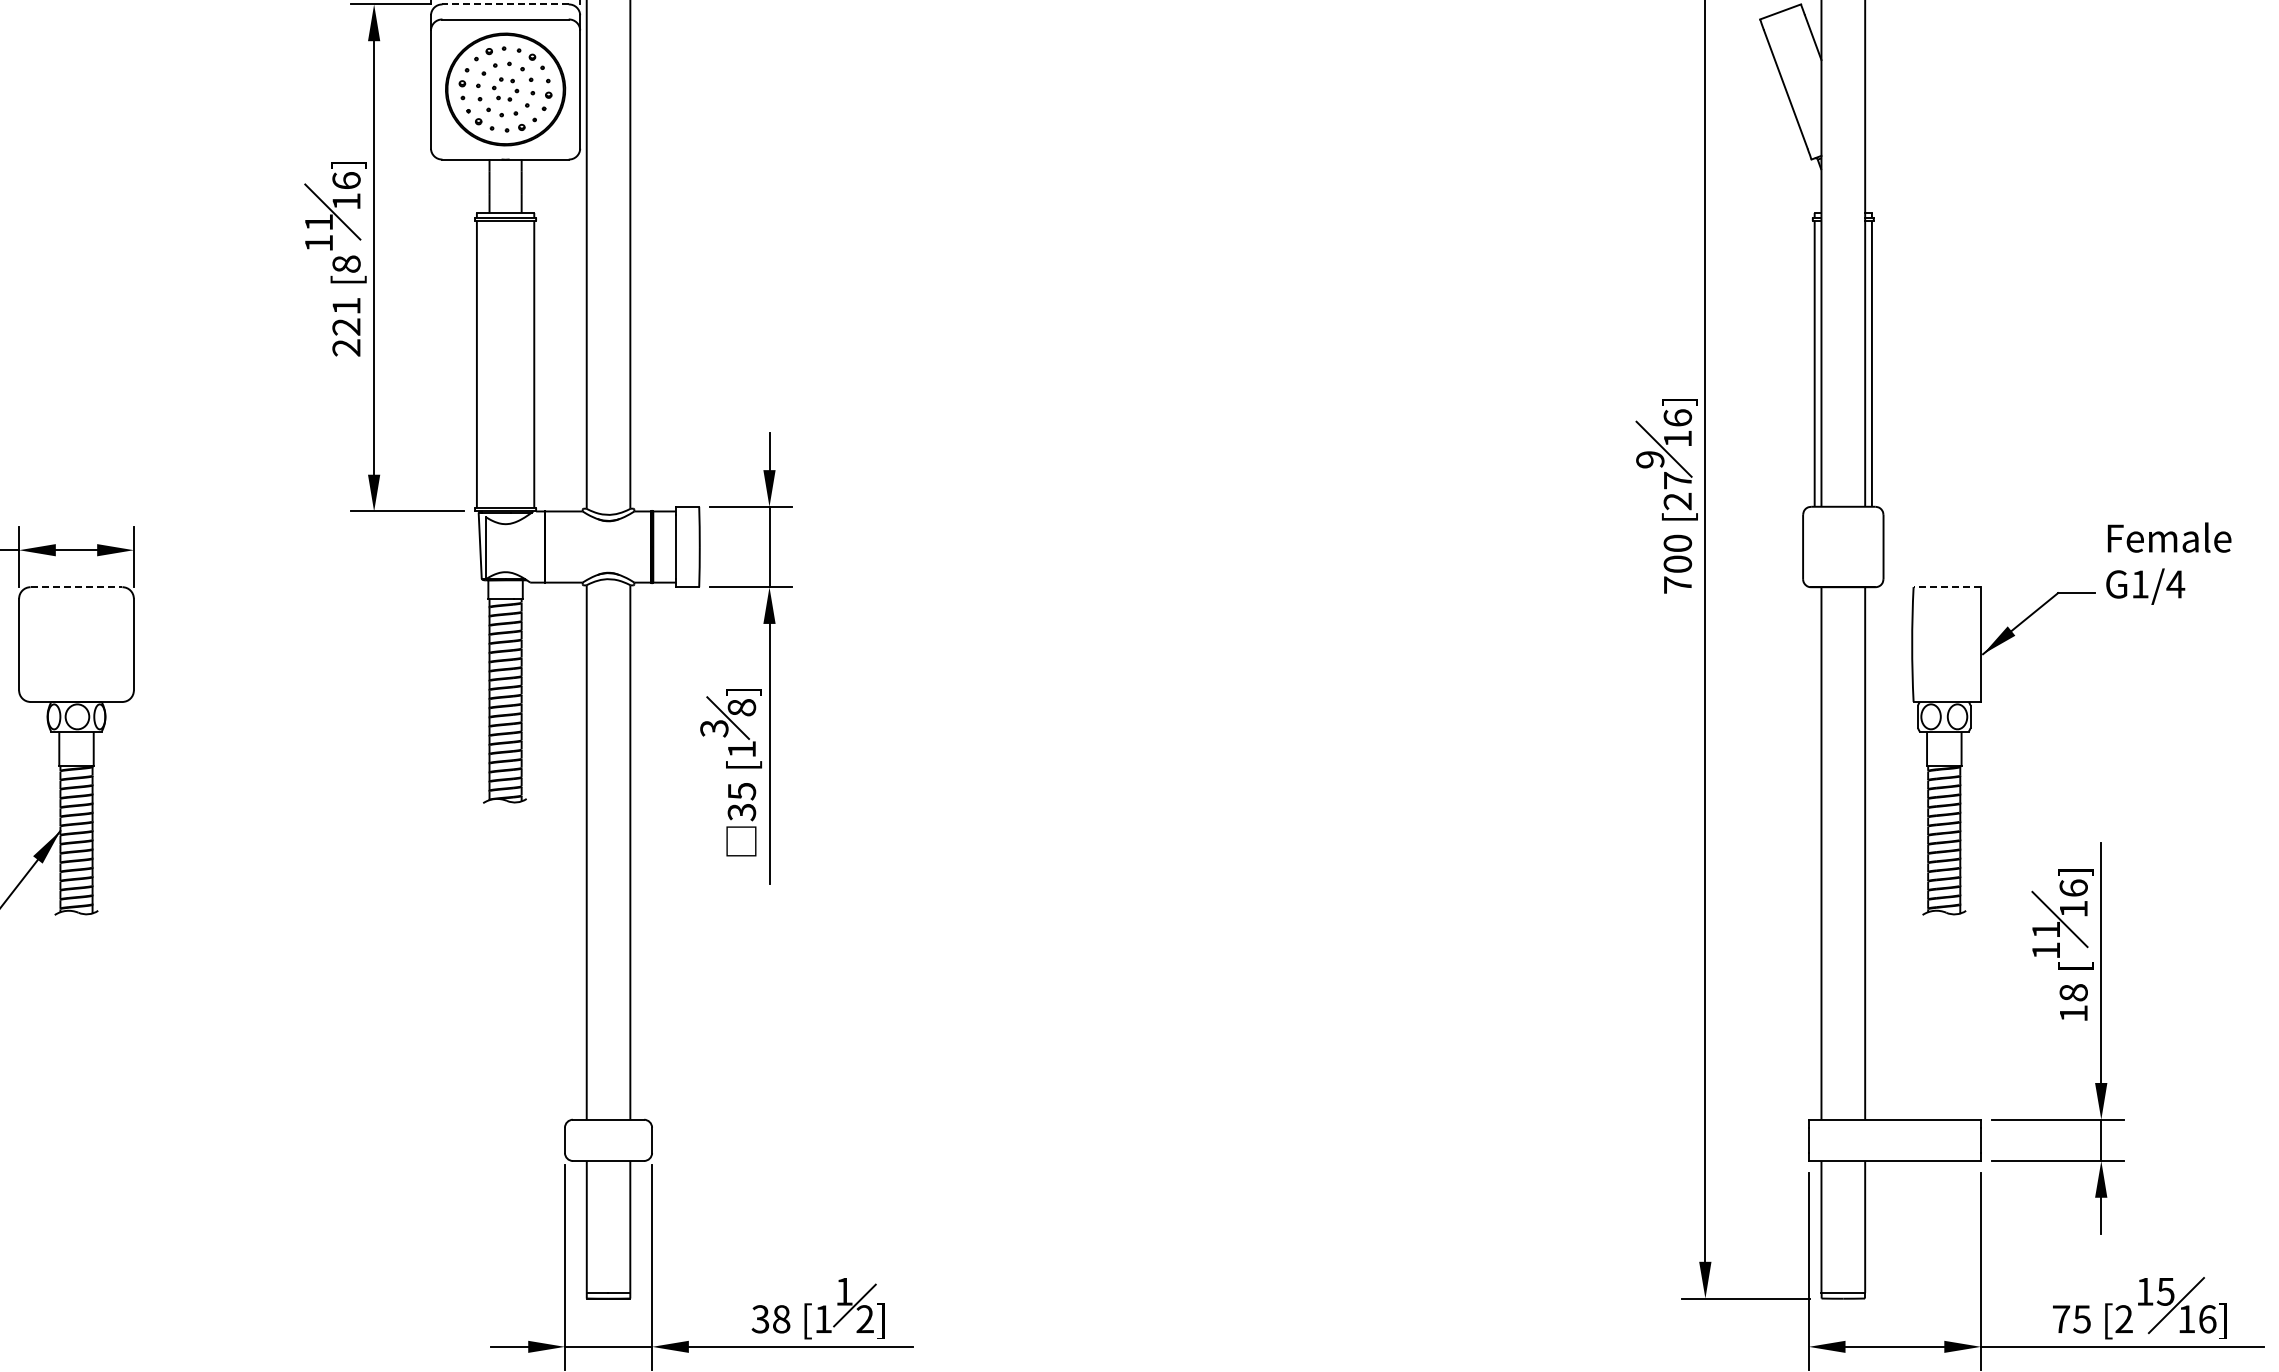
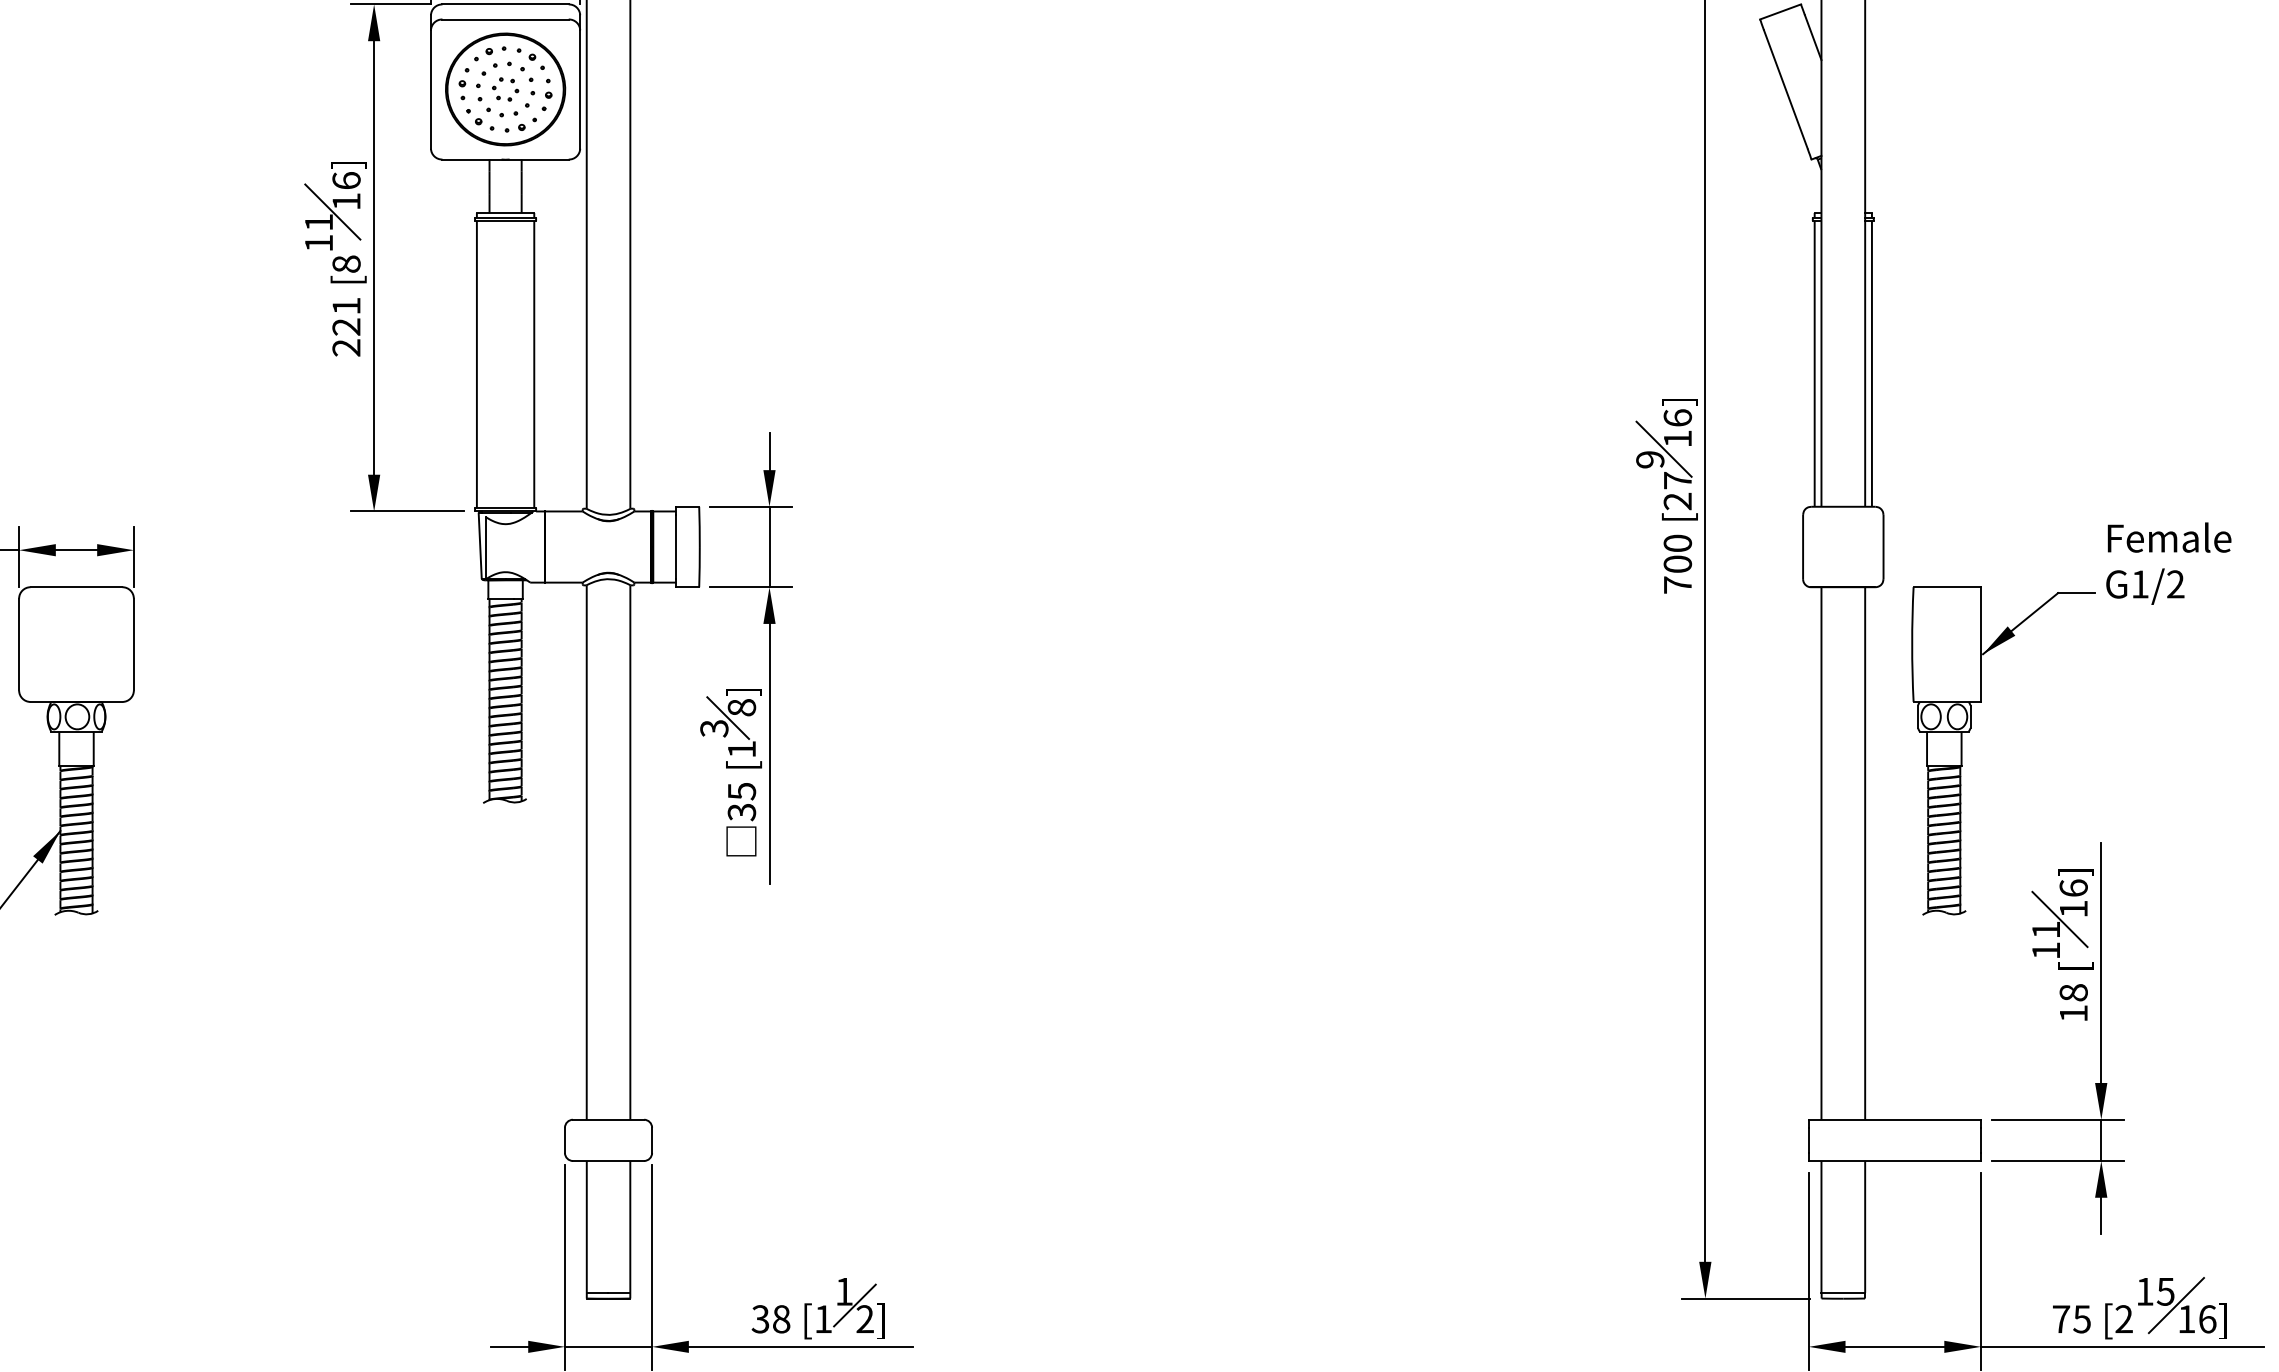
line at (505, 4): dashed -> solid
text at (2175, 584): G1/4 -> G1/2
line at (76, 587): dashed -> solid
line at (1947, 587): dashed -> solid
